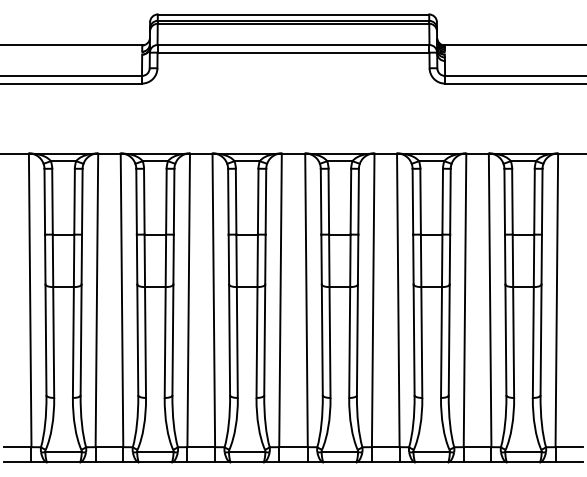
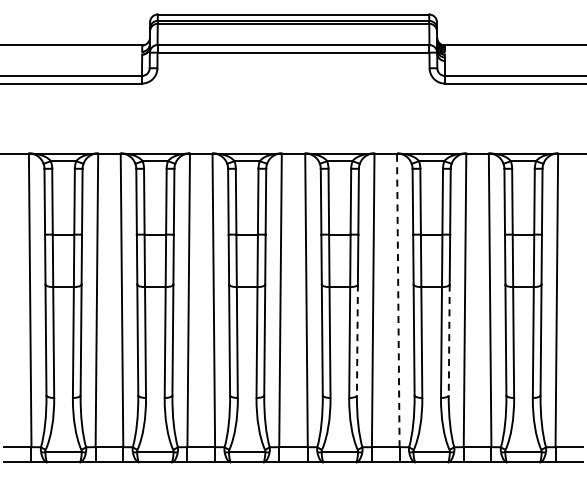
line at (398, 300): solid -> dashed
line at (357, 340): solid -> dashed
line at (449, 340): solid -> dashed
